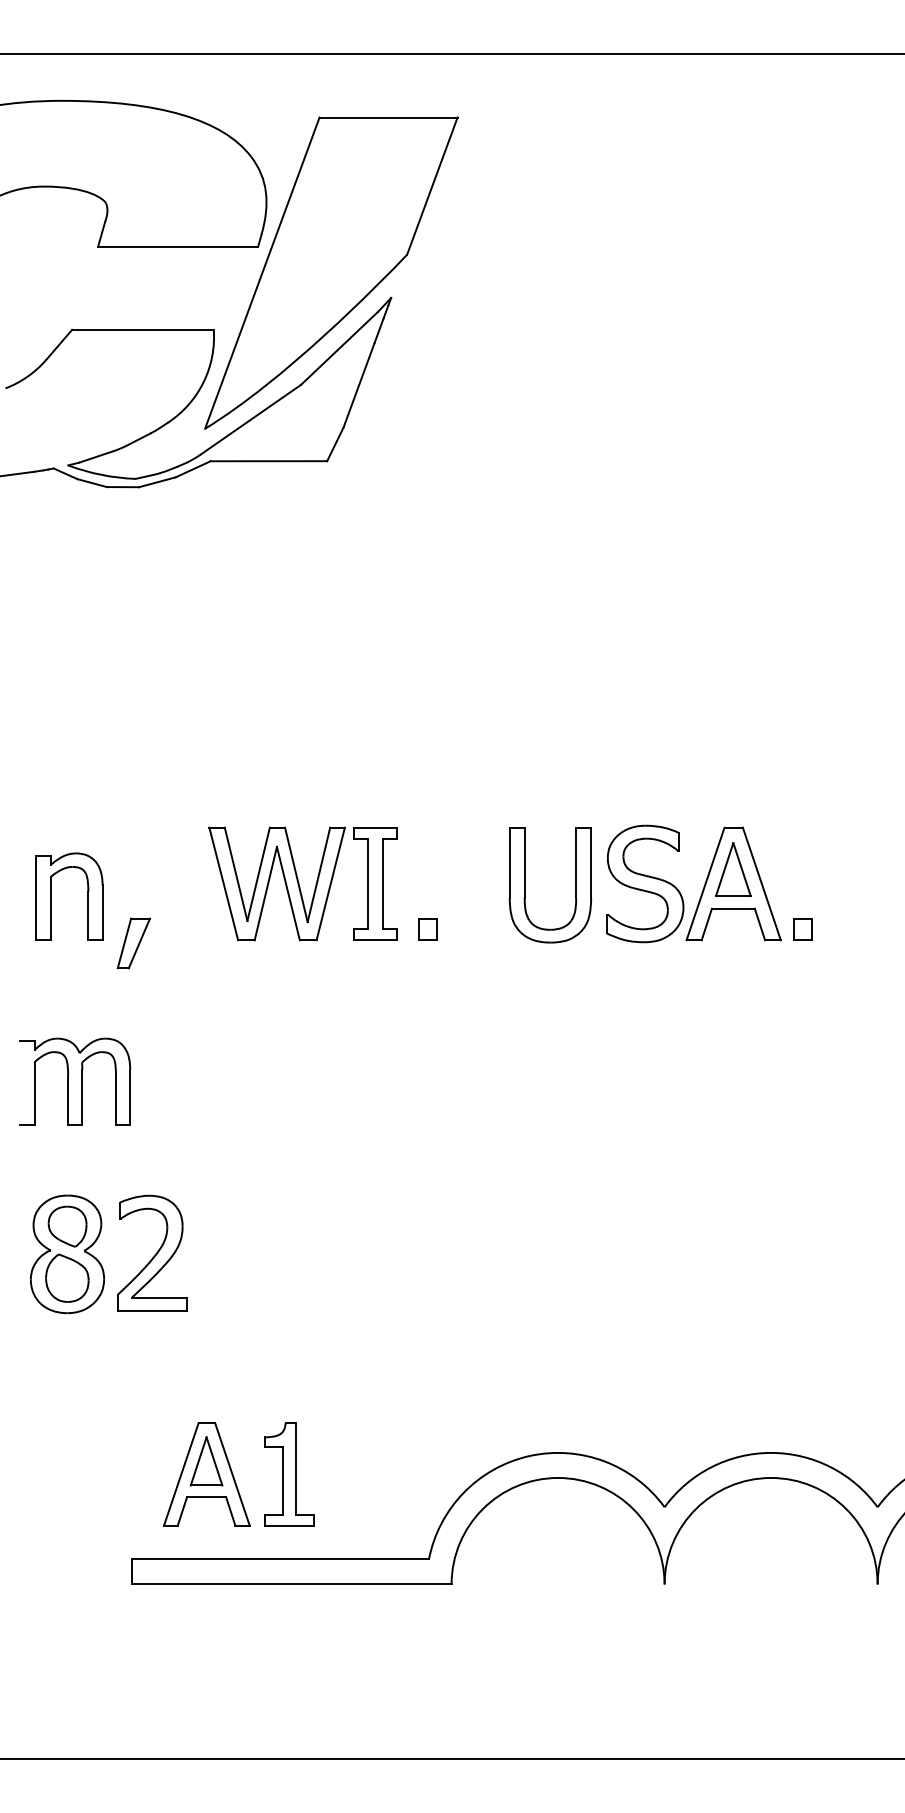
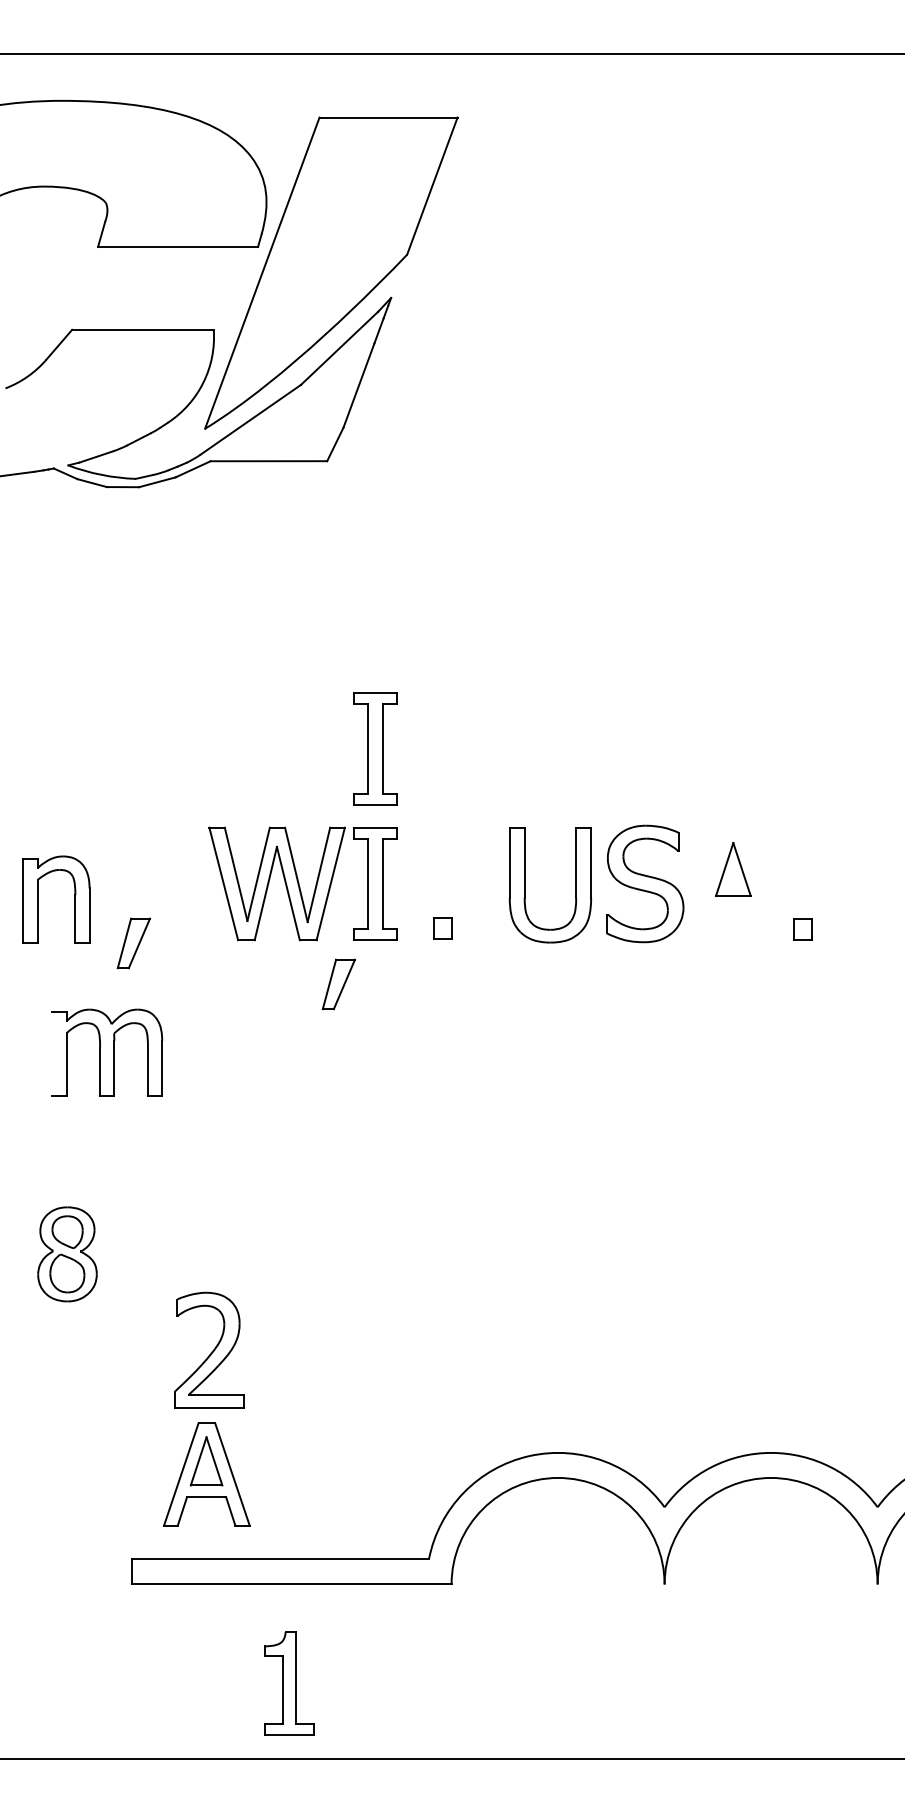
part at (375, 748): none -> present
part at (733, 883): present -> none
part at (51, 896) position: (51, 896) -> (38, 899)
part at (427, 929) position: (427, 929) -> (442, 928)
part at (338, 984): none -> present
part at (75, 1081) position: (75, 1081) -> (107, 1052)
part at (152, 1252) position: (152, 1252) -> (209, 1349)
part at (67, 1254) size: 75x121 px -> 61x97 px
part at (289, 1474) position: (289, 1474) -> (289, 1683)
